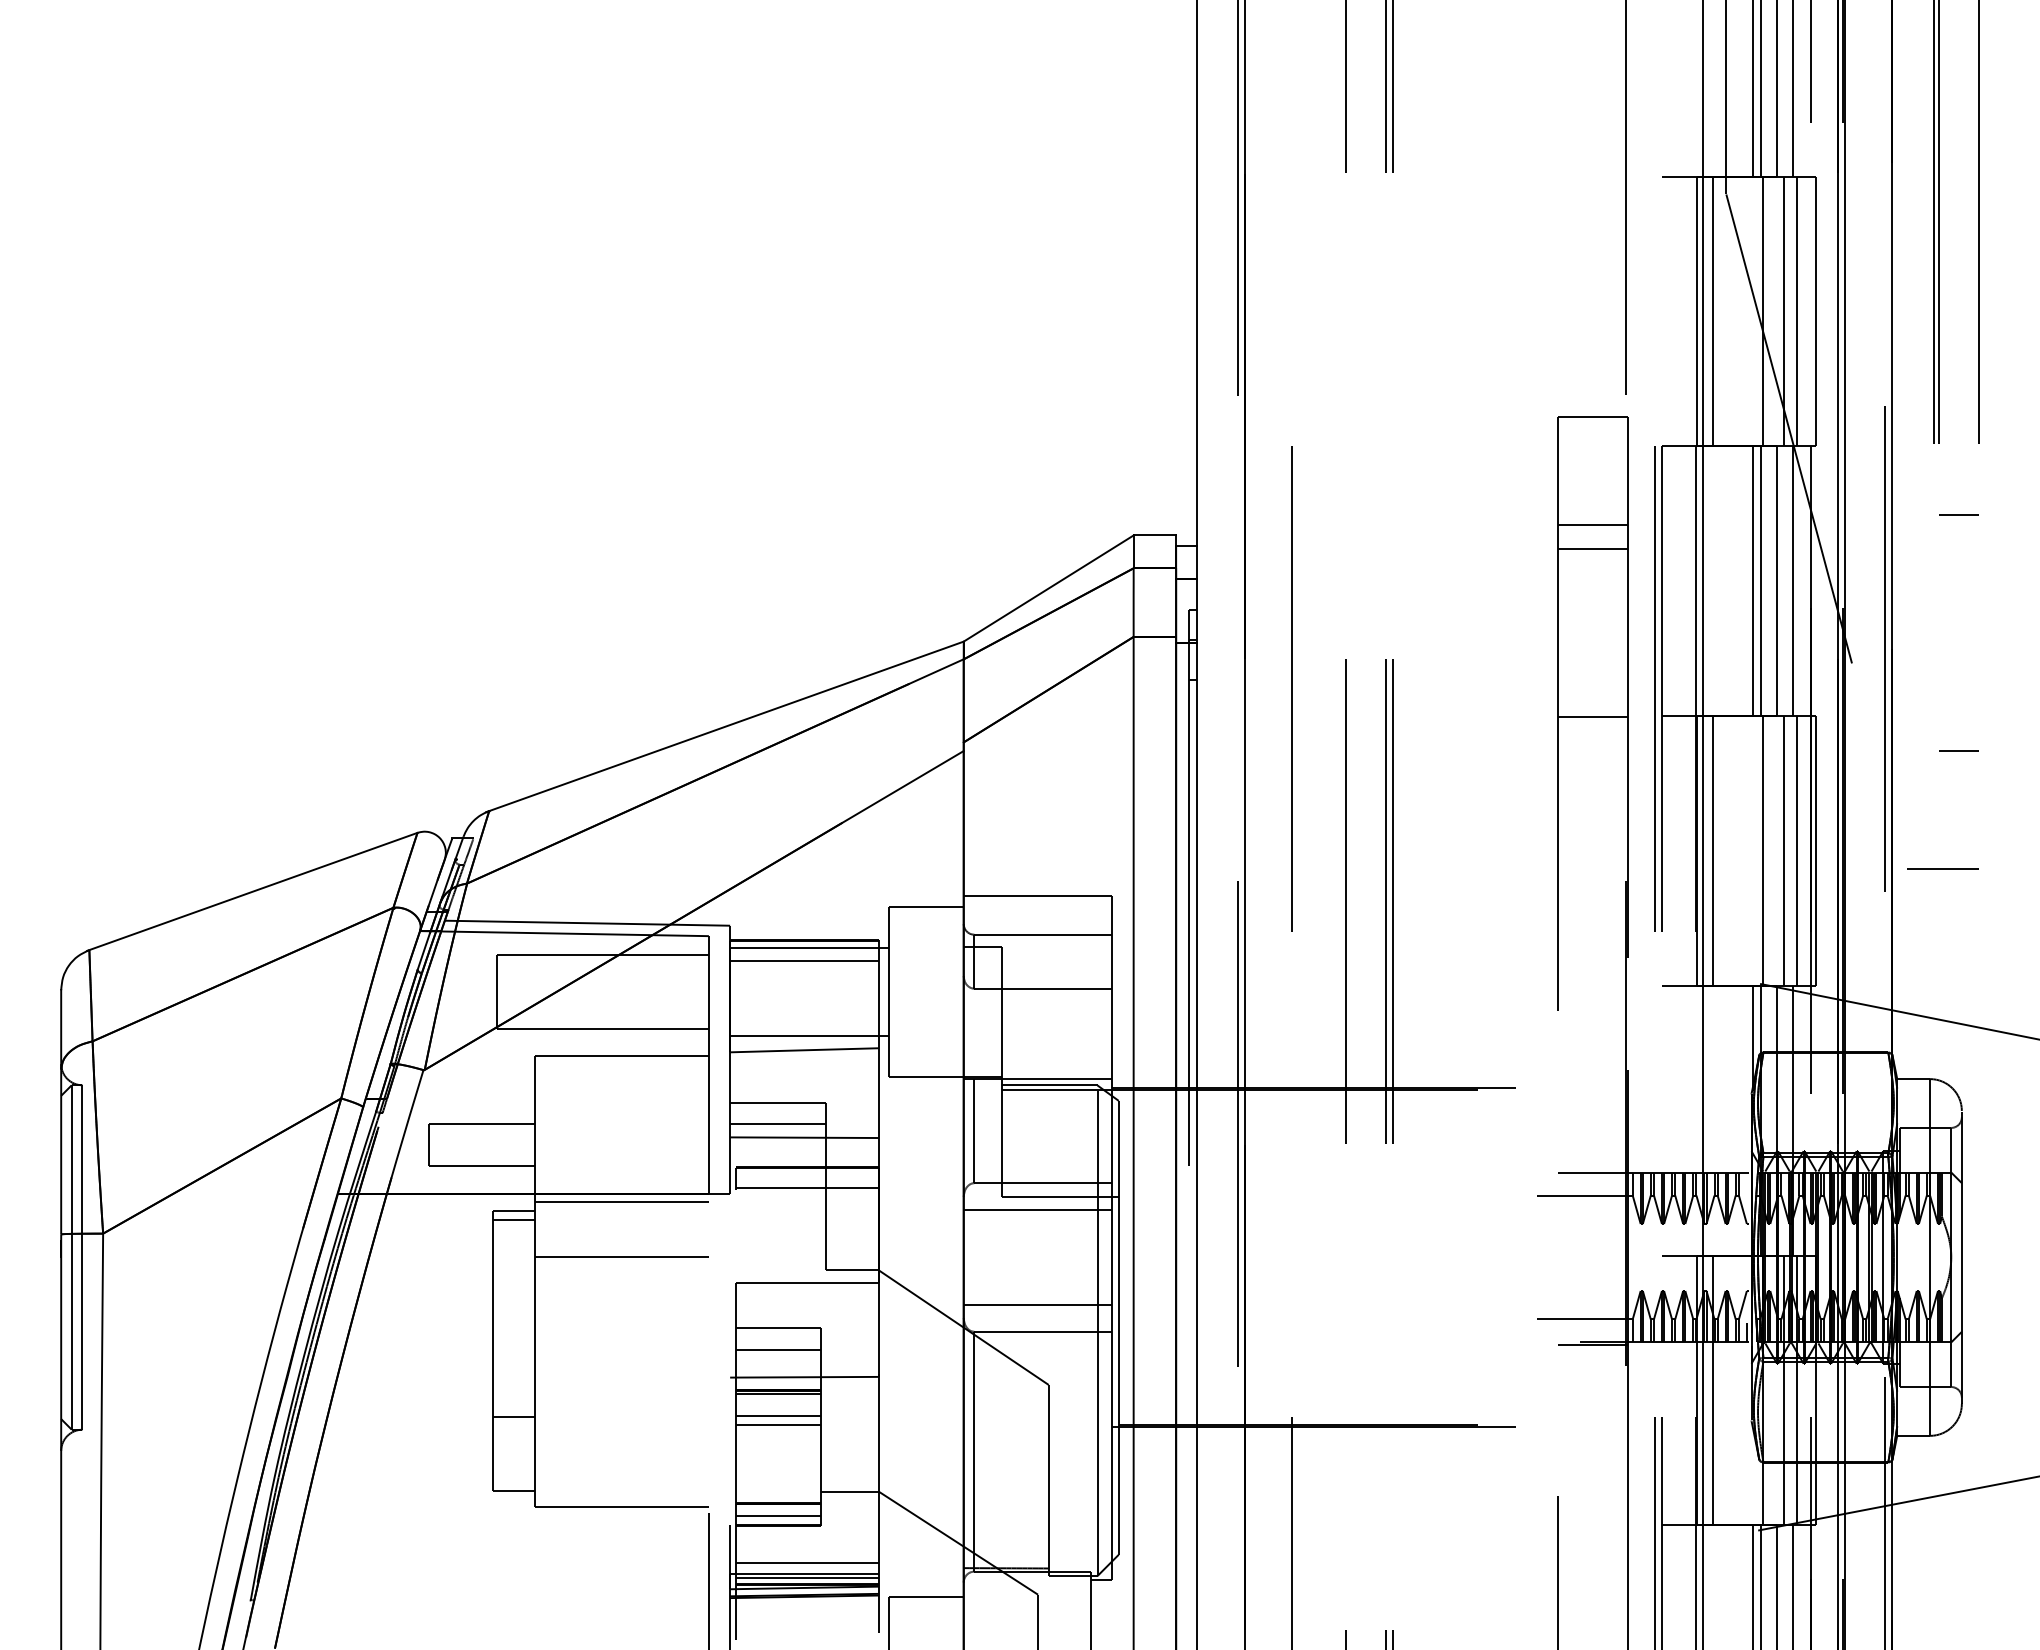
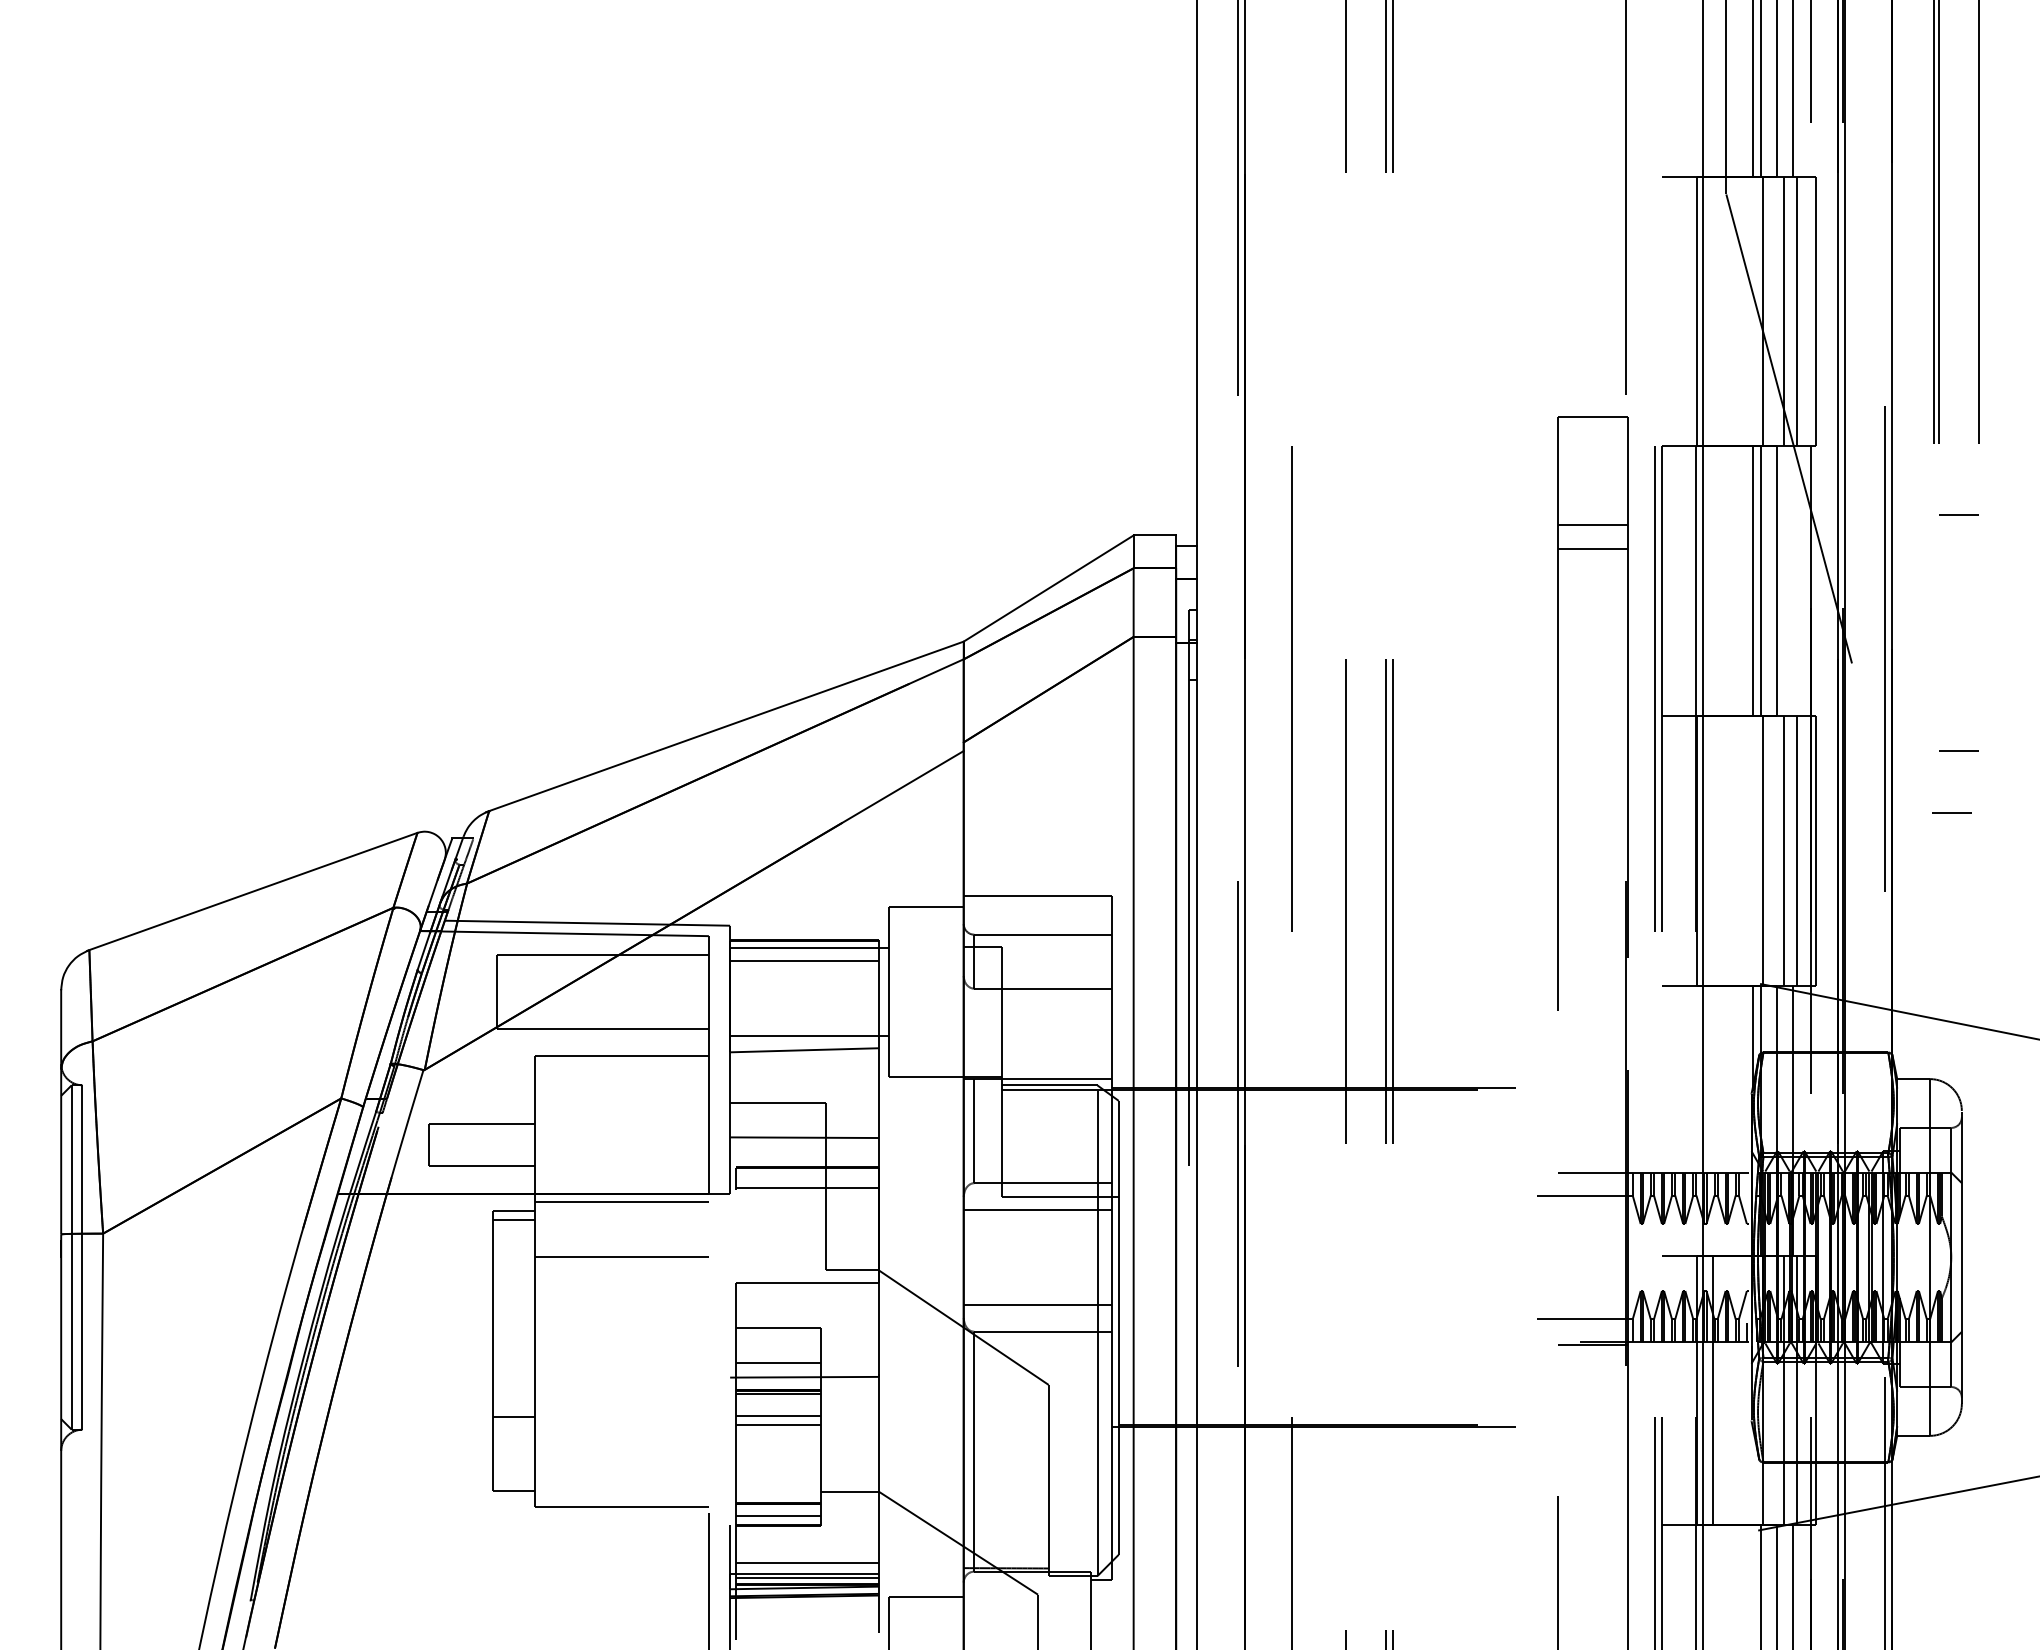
line at (1713, 311): present -> none
line at (1792, 581): present -> none
line at (1593, 717): present -> none
line at (1951, 812): none -> present
line at (1713, 850): present -> none
line at (1942, 868): present -> none
line at (777, 1124): present -> none
line at (778, 1349) position: (778, 1349) -> (778, 1362)
line at (1753, 1585): present -> none
